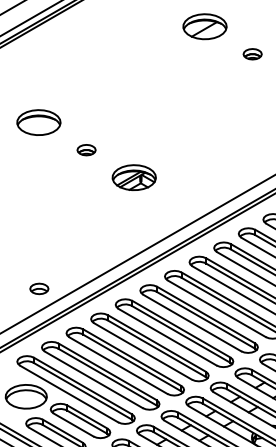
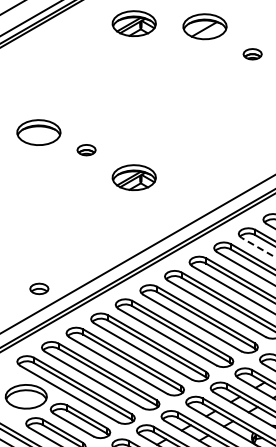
part at (133, 23): none -> present
part at (38, 122) position: (38, 122) -> (38, 132)
line at (257, 247): solid -> dashed
